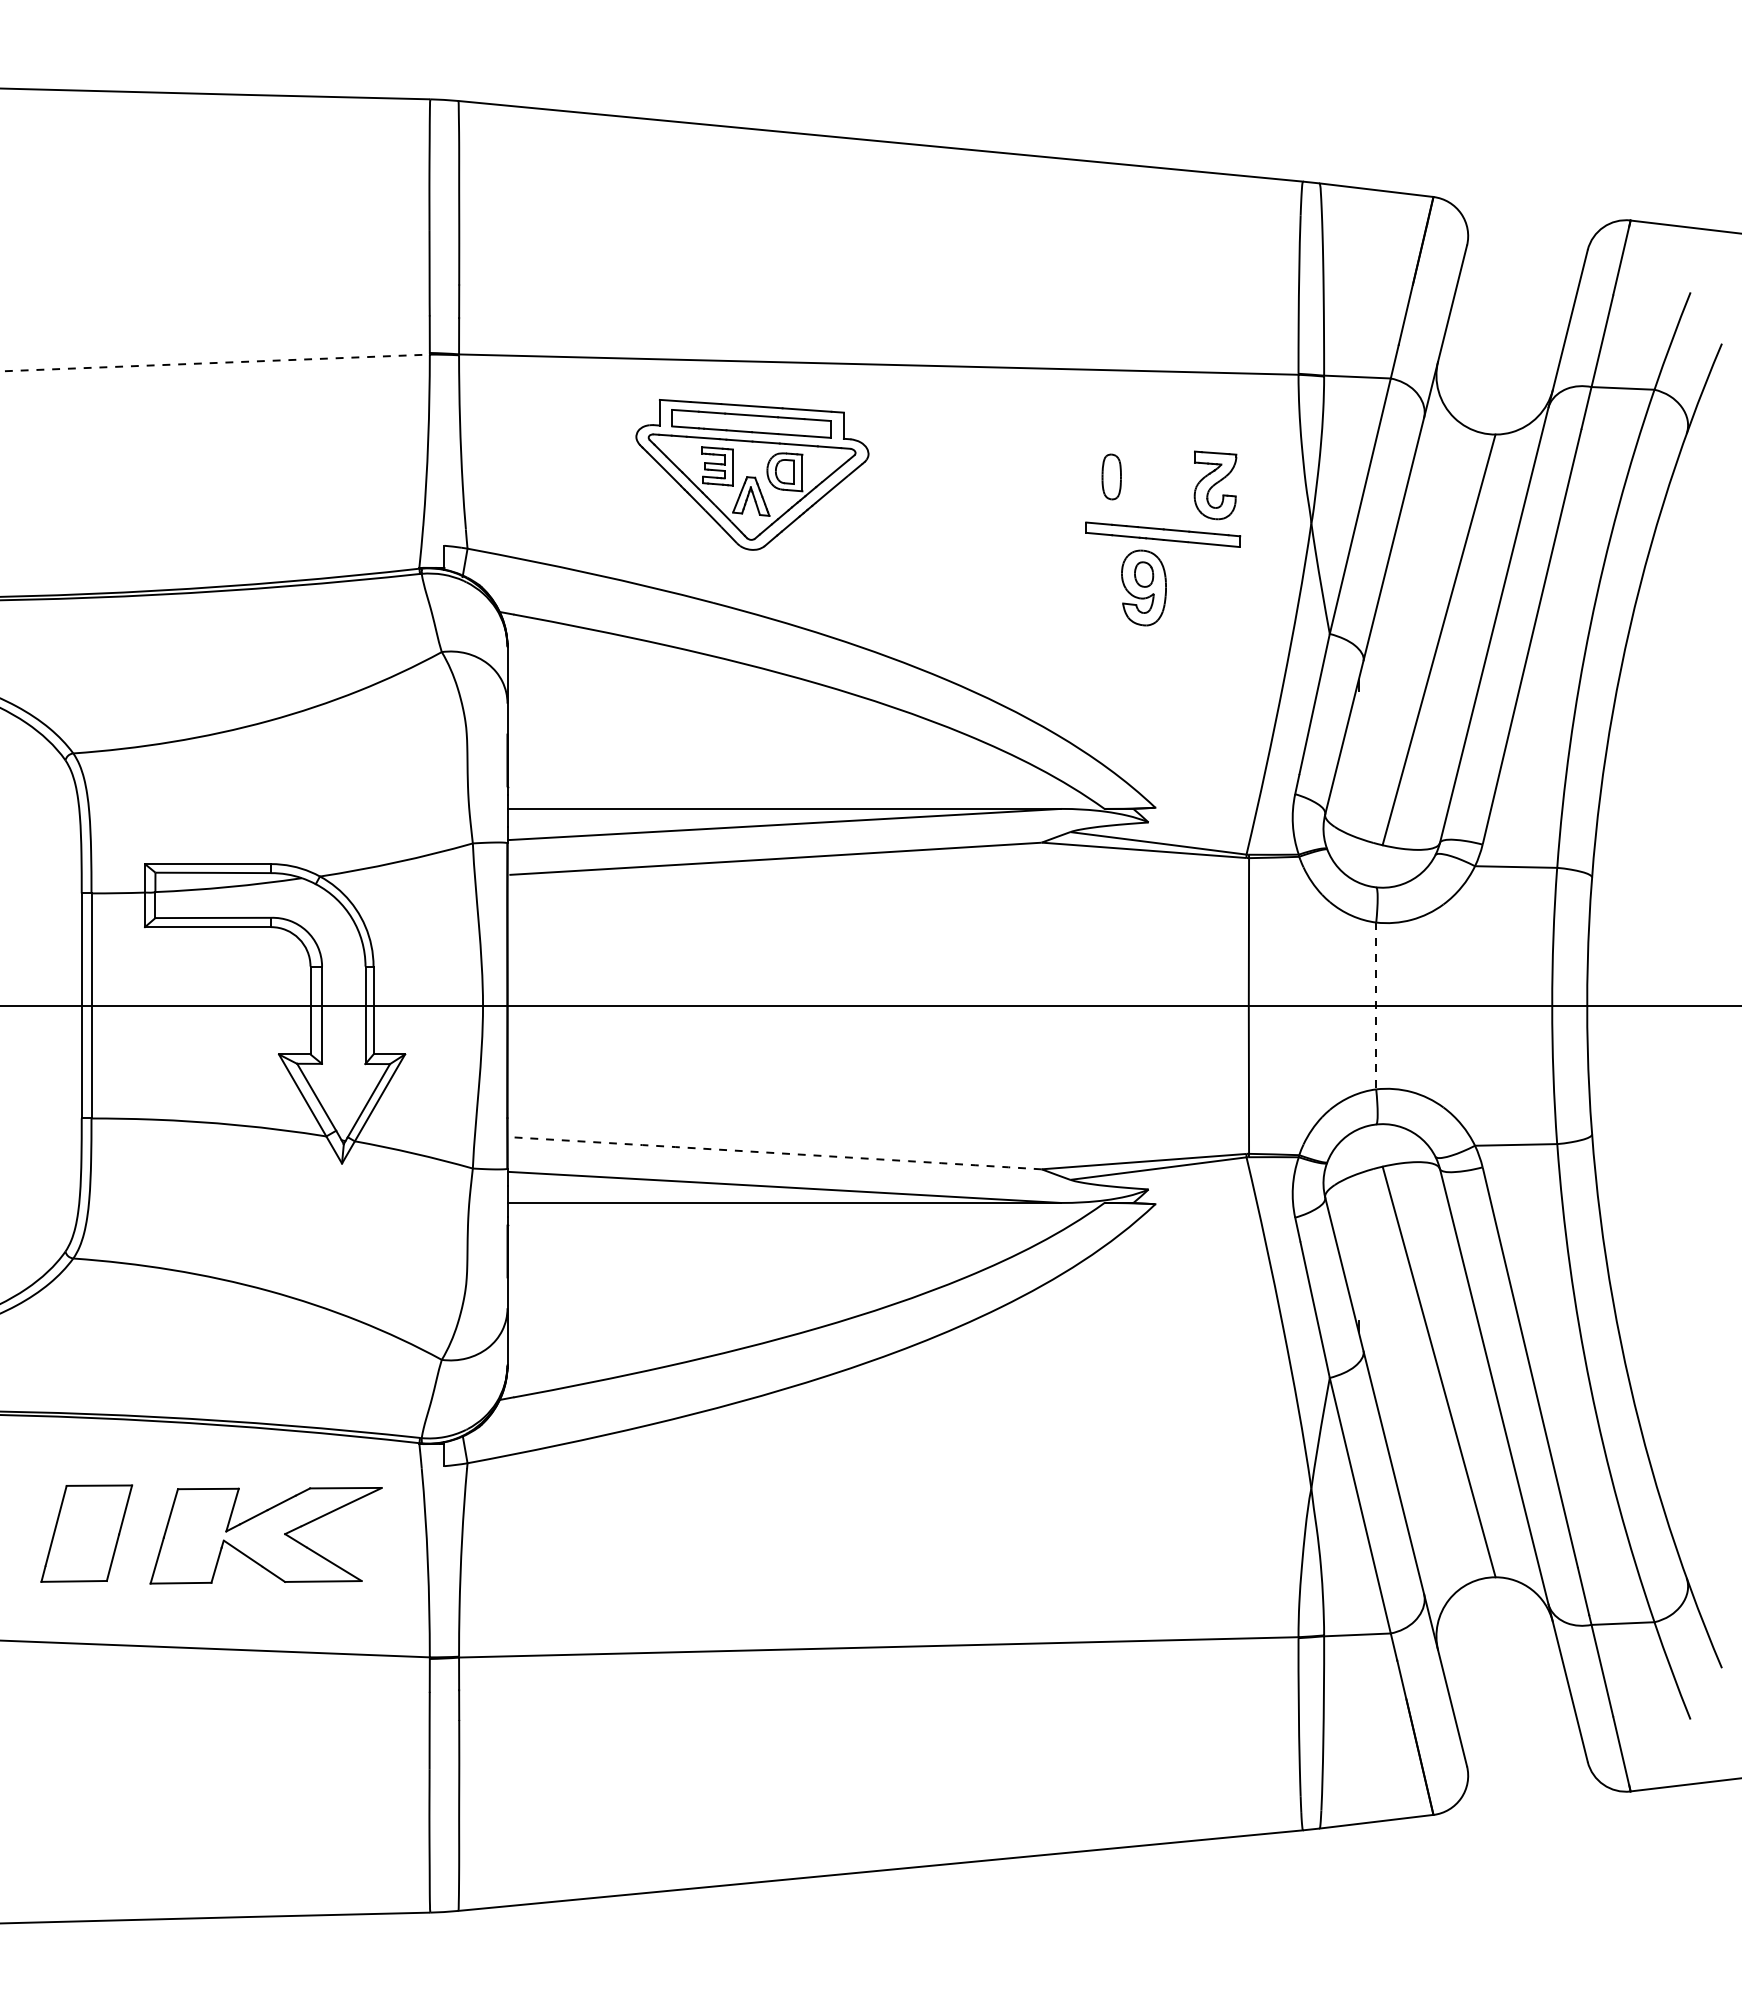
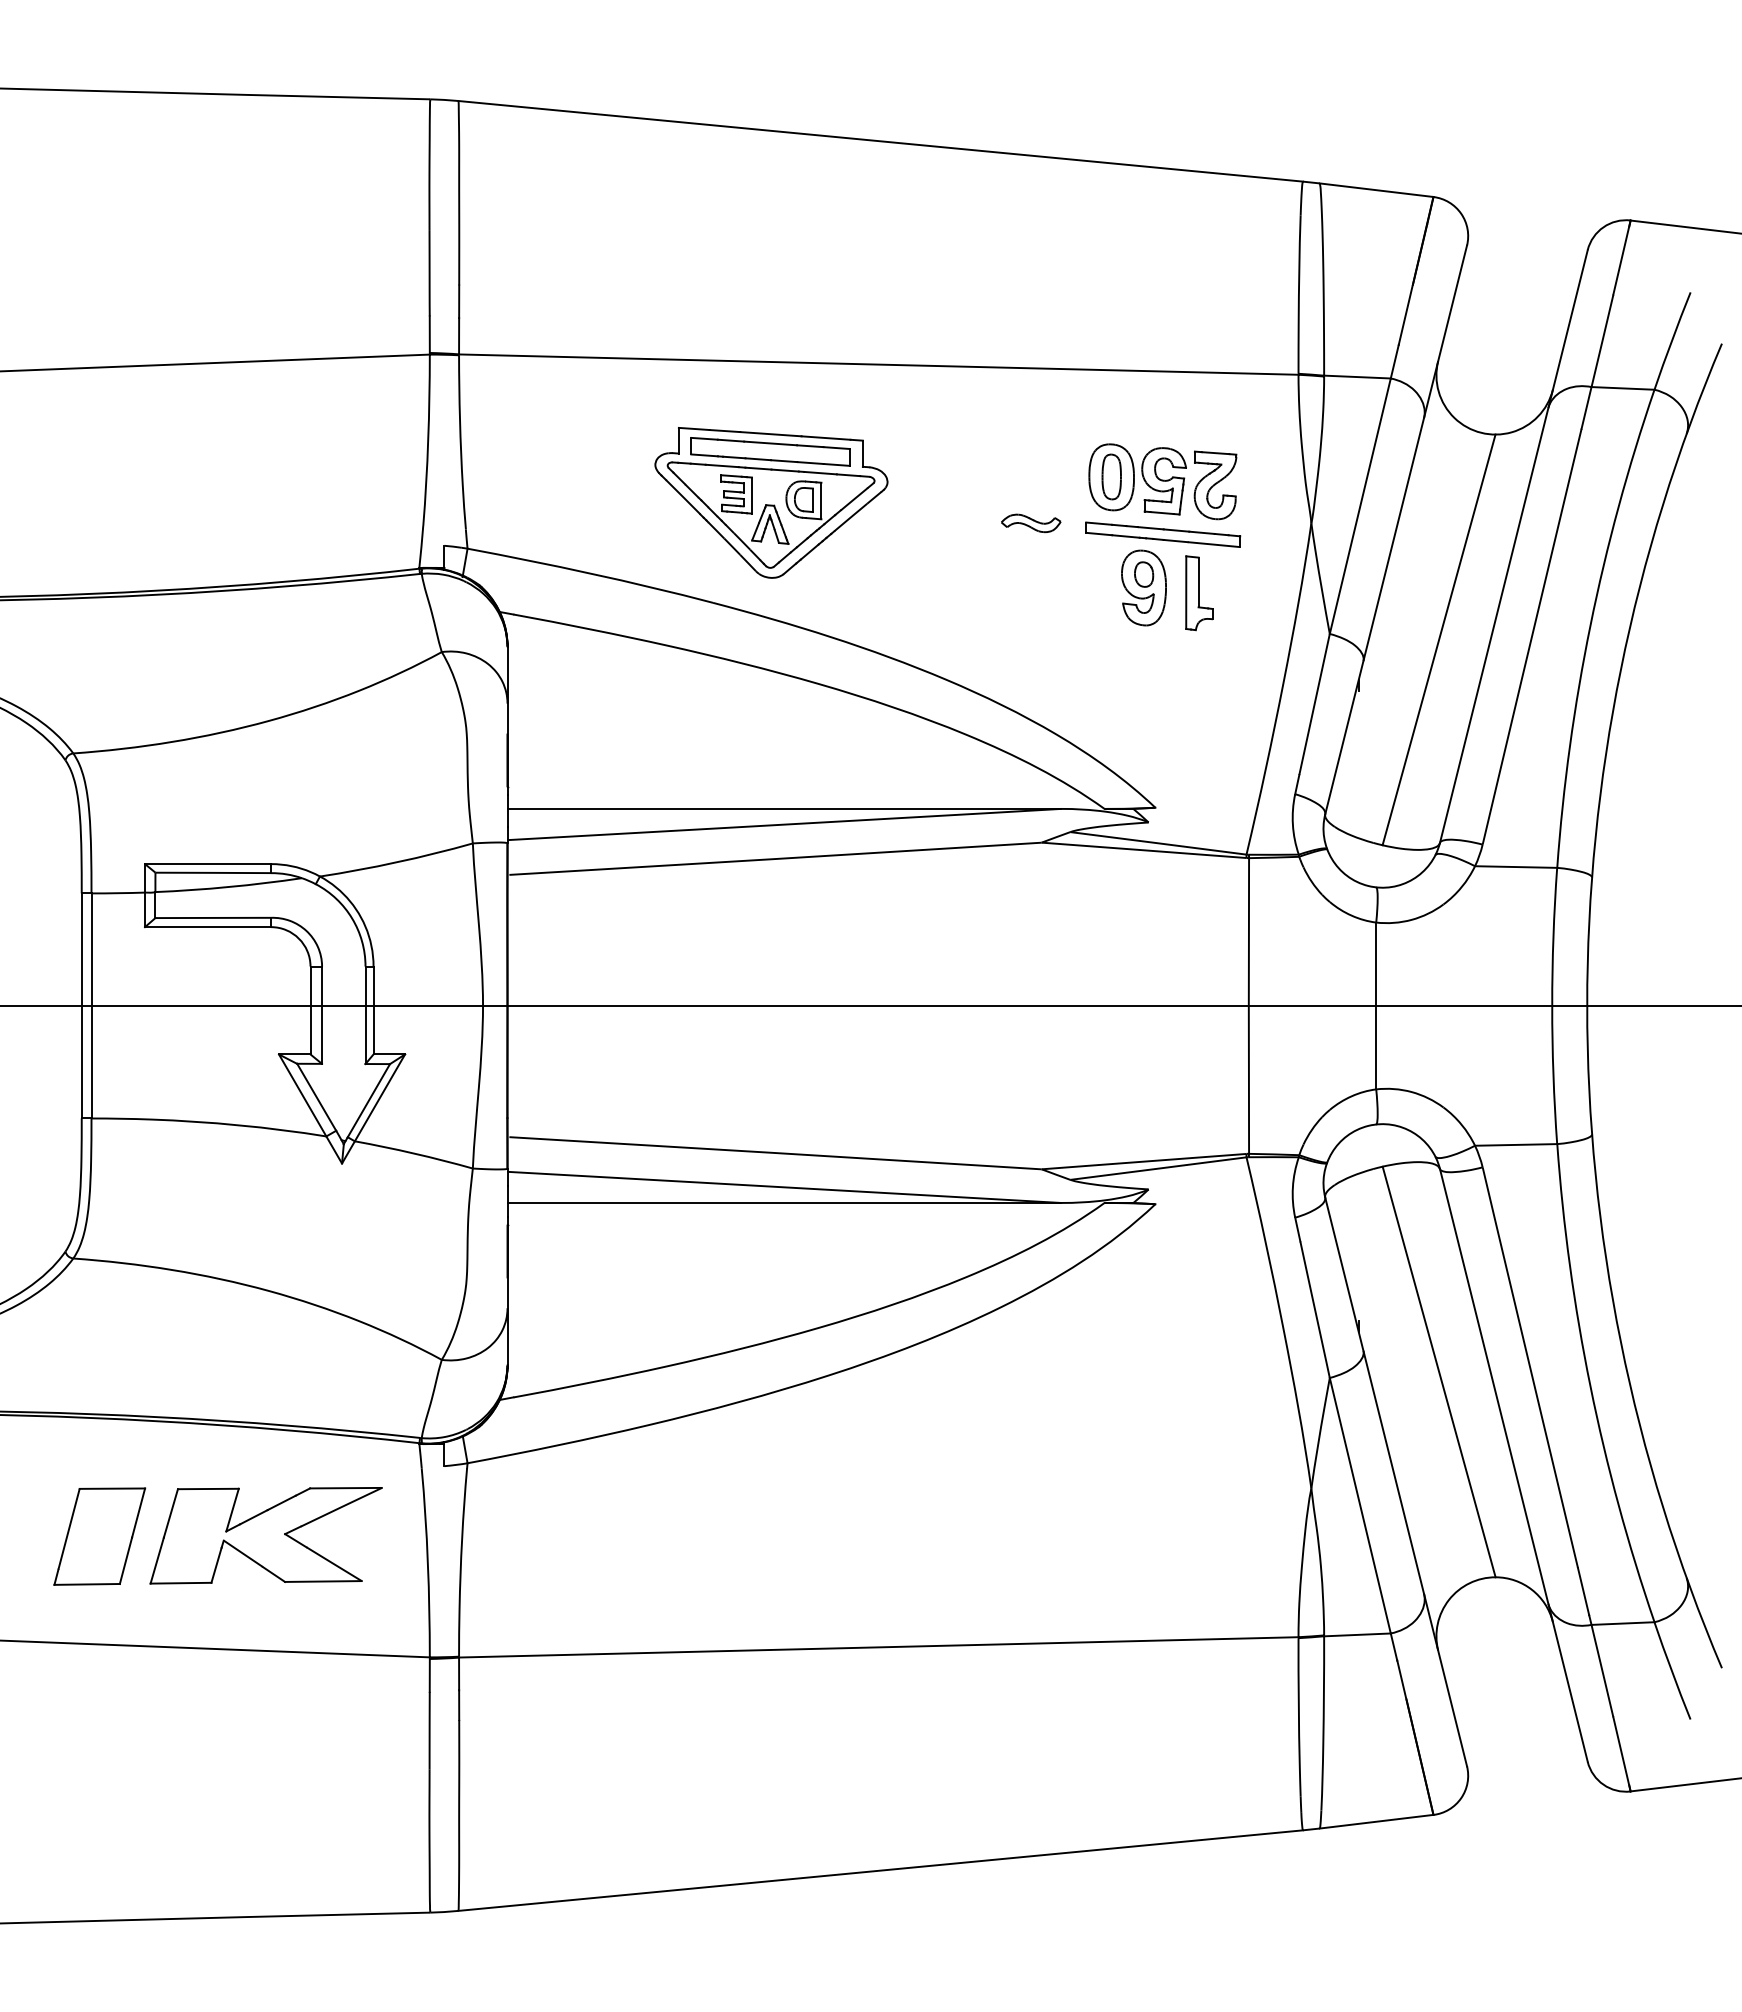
line at (215, 363): dashed -> solid
part at (752, 474) position: (752, 474) -> (771, 502)
part at (1137, 479): none -> present
part at (1031, 523): none -> present
part at (1199, 593): none -> present
line at (1376, 1006): dashed -> solid
arc at (775, 1153): dashed -> solid
part at (86, 1533) position: (86, 1533) -> (99, 1536)
